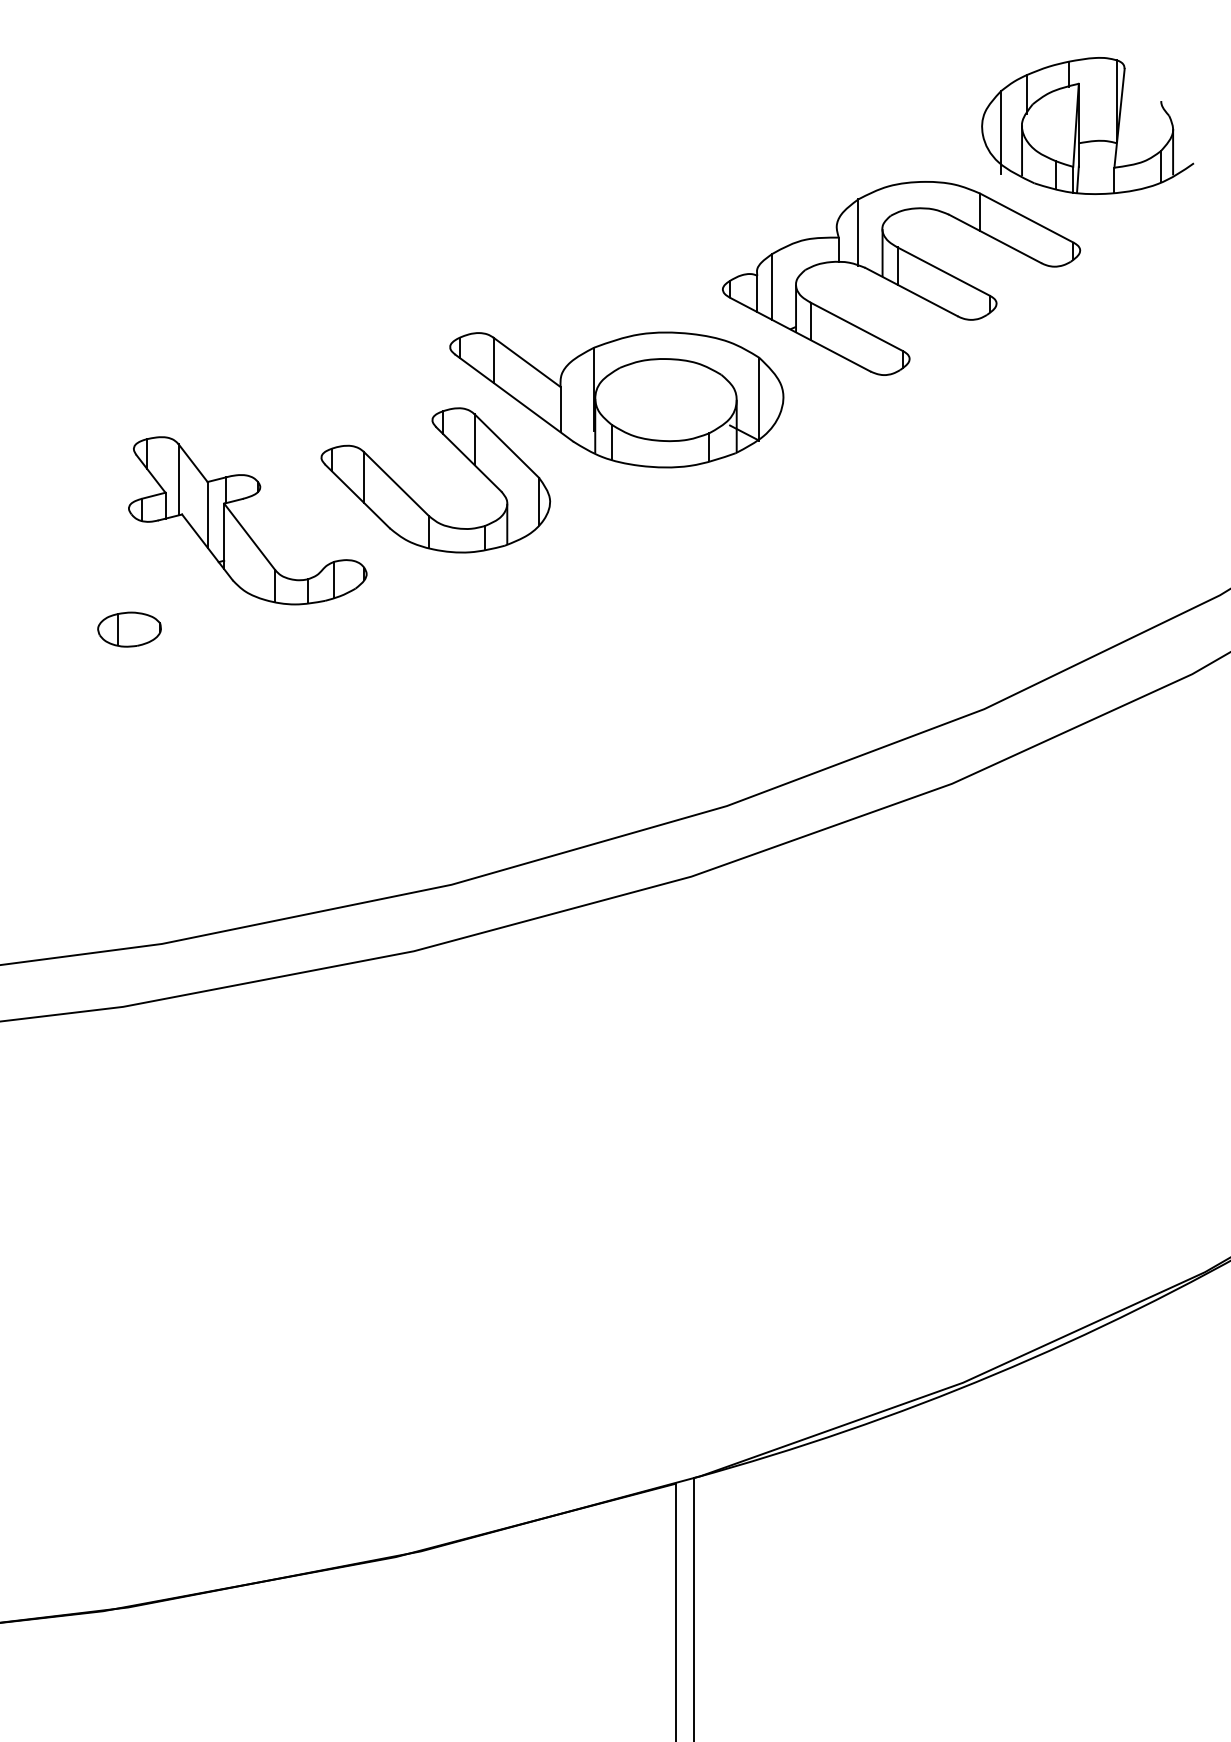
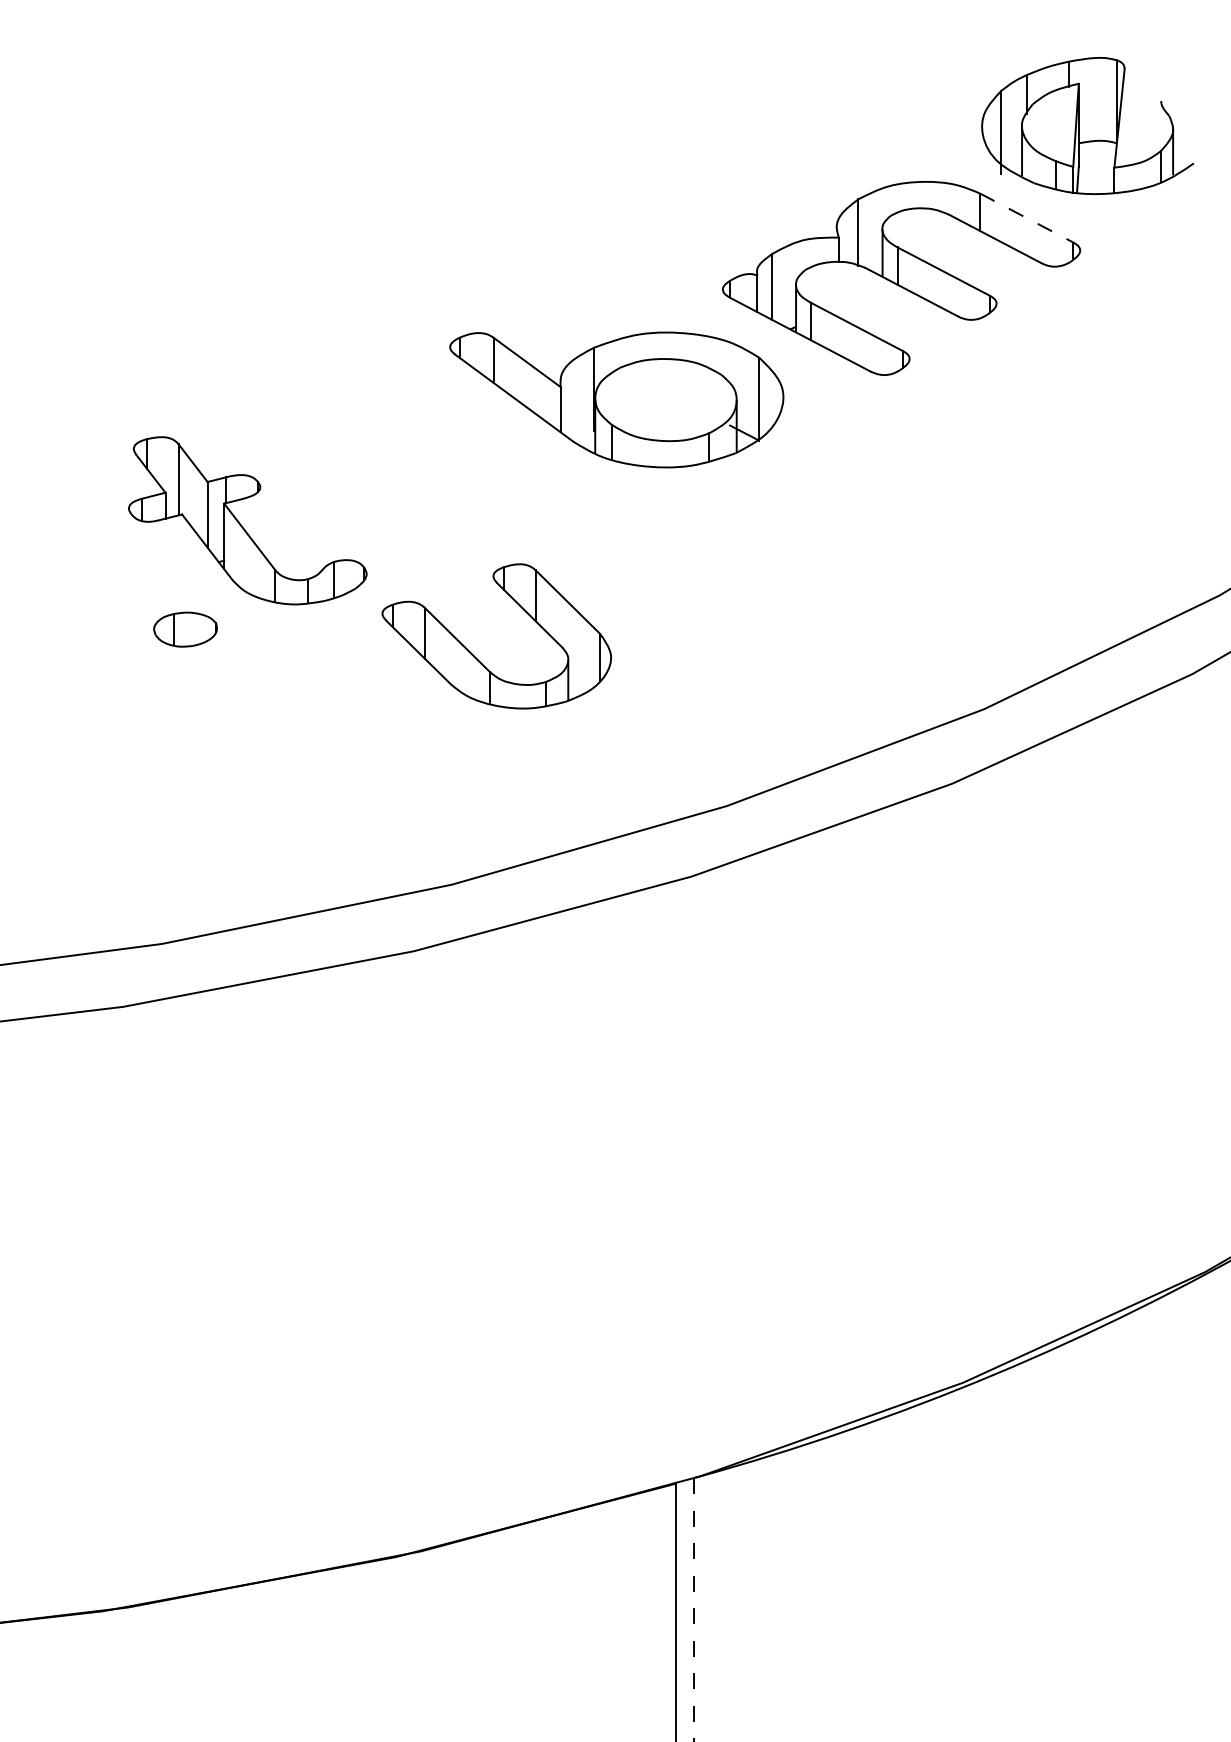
line at (1026, 218): solid -> dashed
part at (414, 500) position: (414, 500) -> (475, 656)
part at (129, 629) position: (129, 629) -> (185, 629)
line at (694, 1610): solid -> dashed
